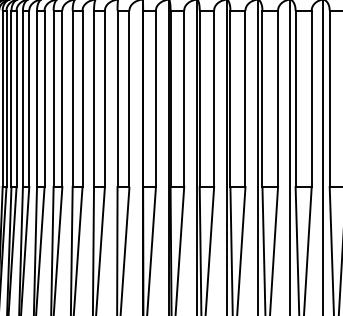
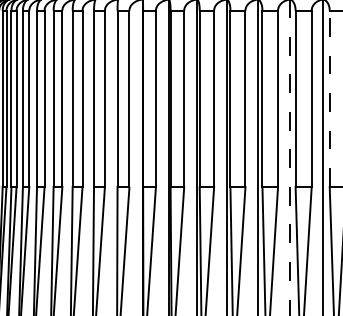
line at (329, 98): solid -> dashed
line at (290, 157): solid -> dashed
